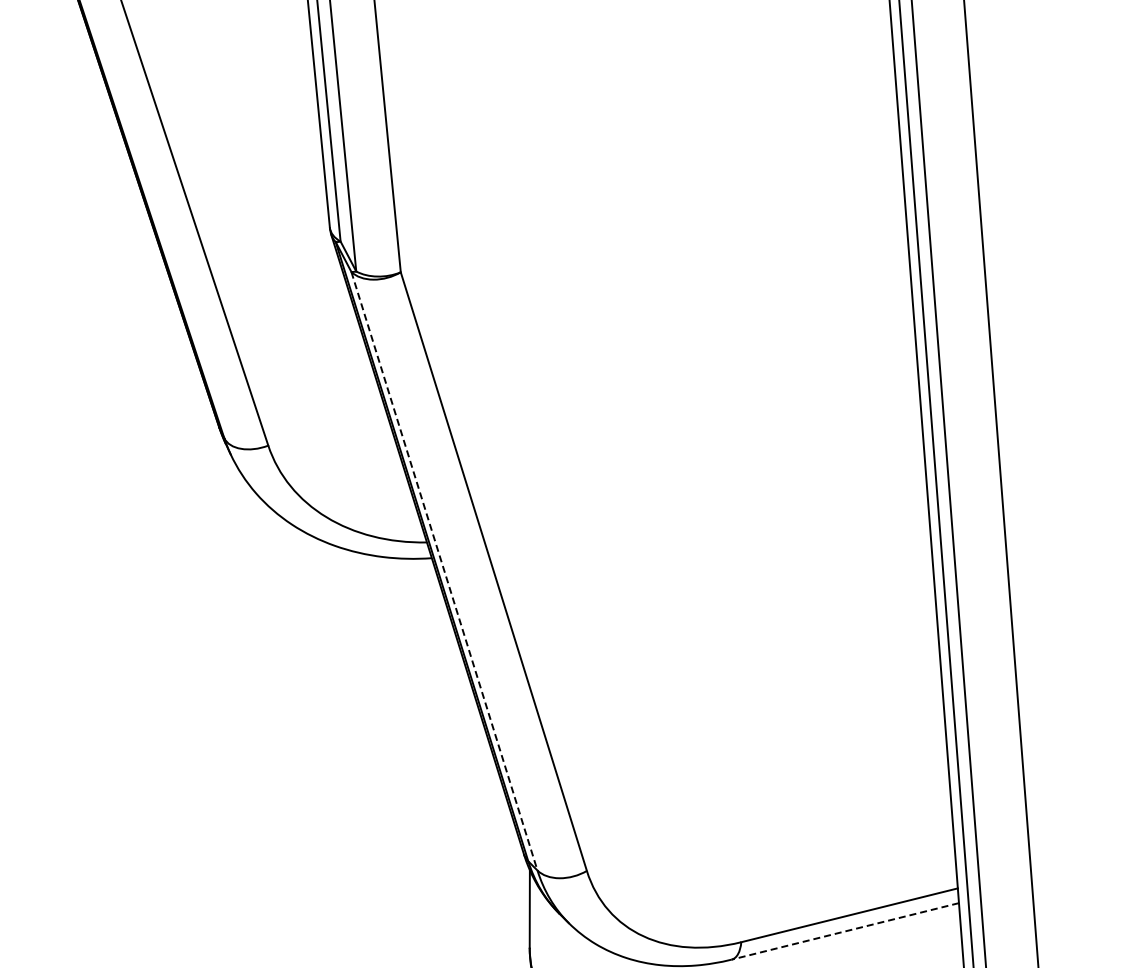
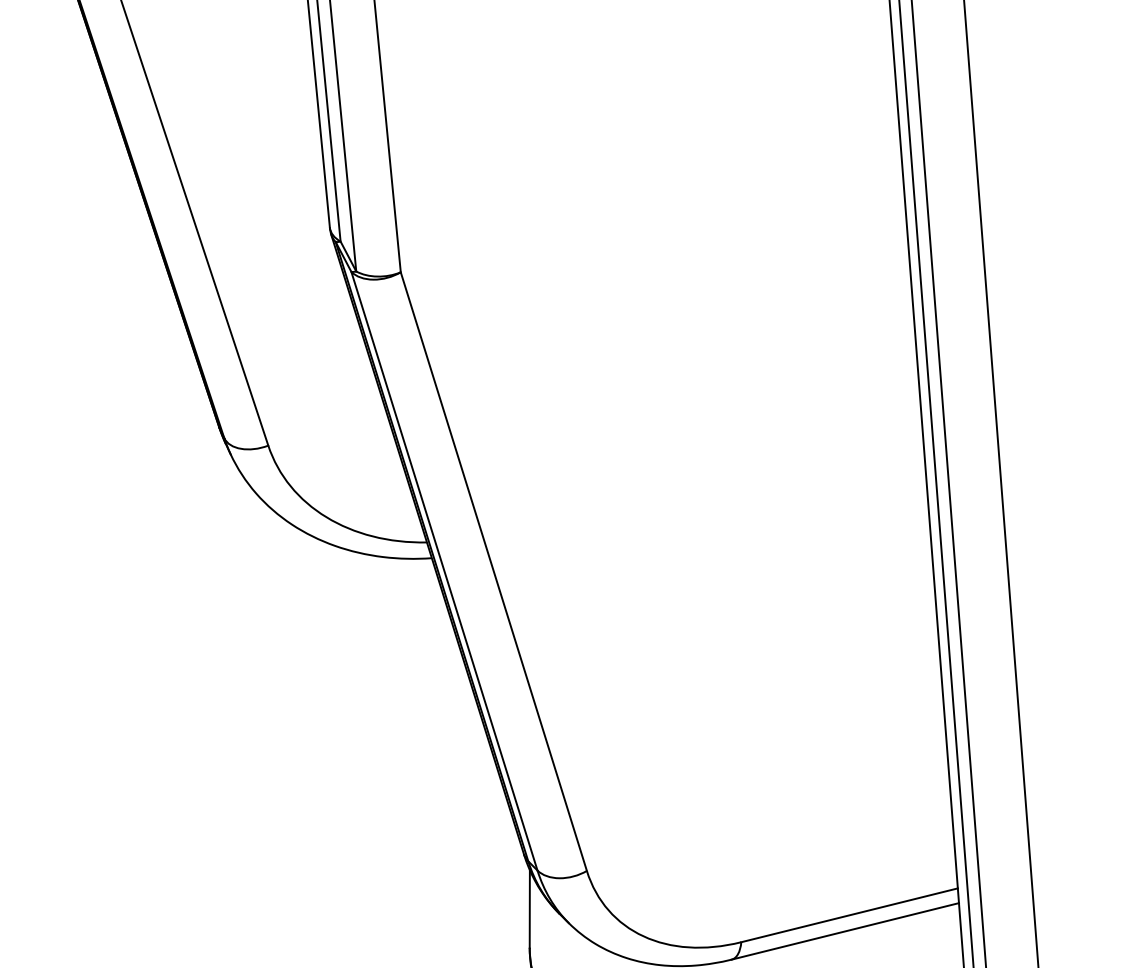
line at (444, 571): dashed -> solid
line at (844, 931): dashed -> solid
